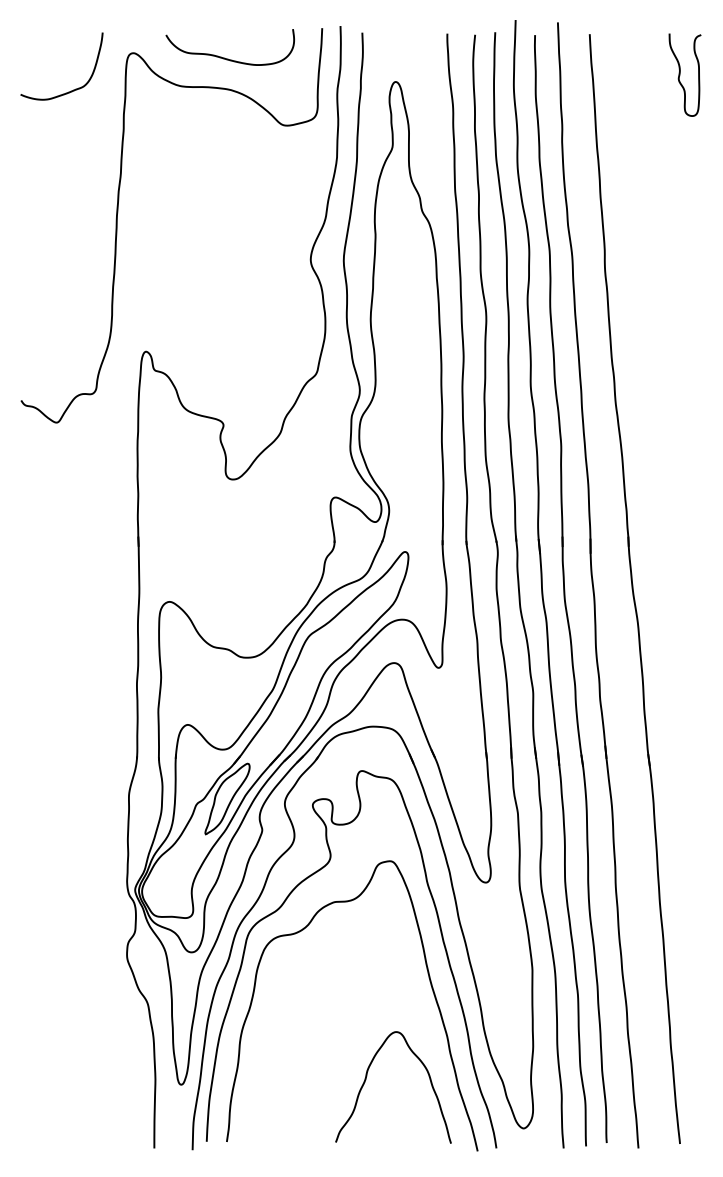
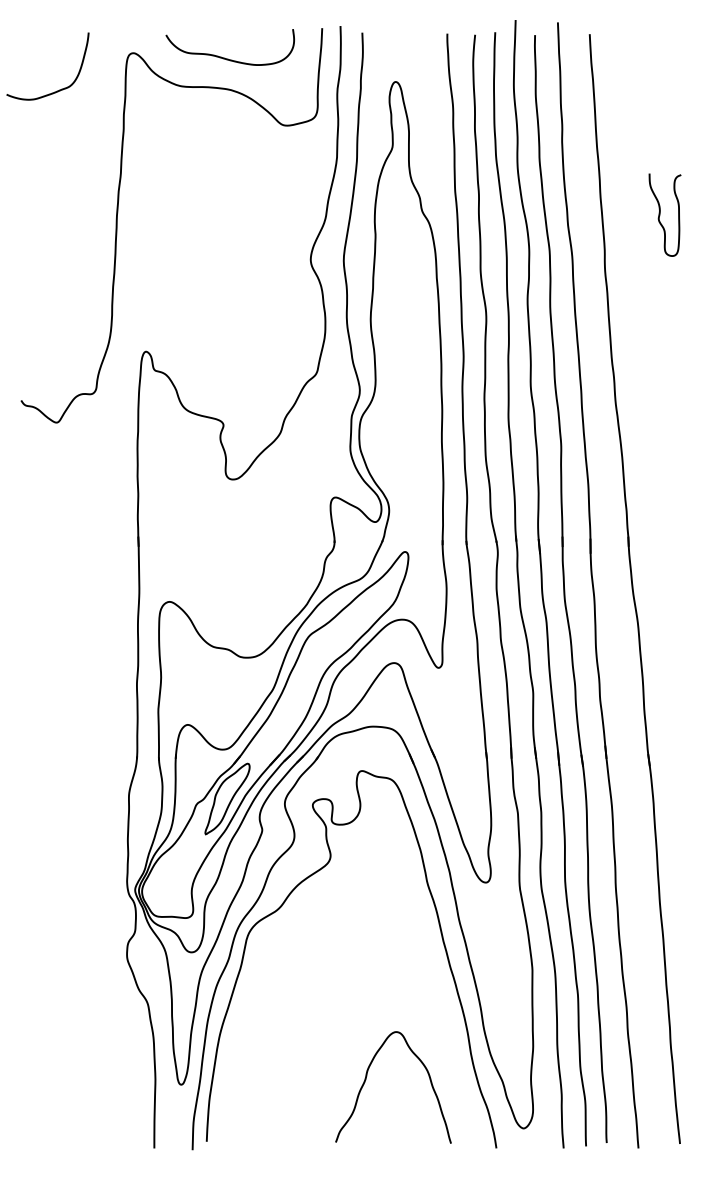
curve at (680, 74) position: (680, 74) -> (660, 214)
curve at (73, 89) position: (73, 89) -> (59, 89)
curve at (430, 985): present -> none
